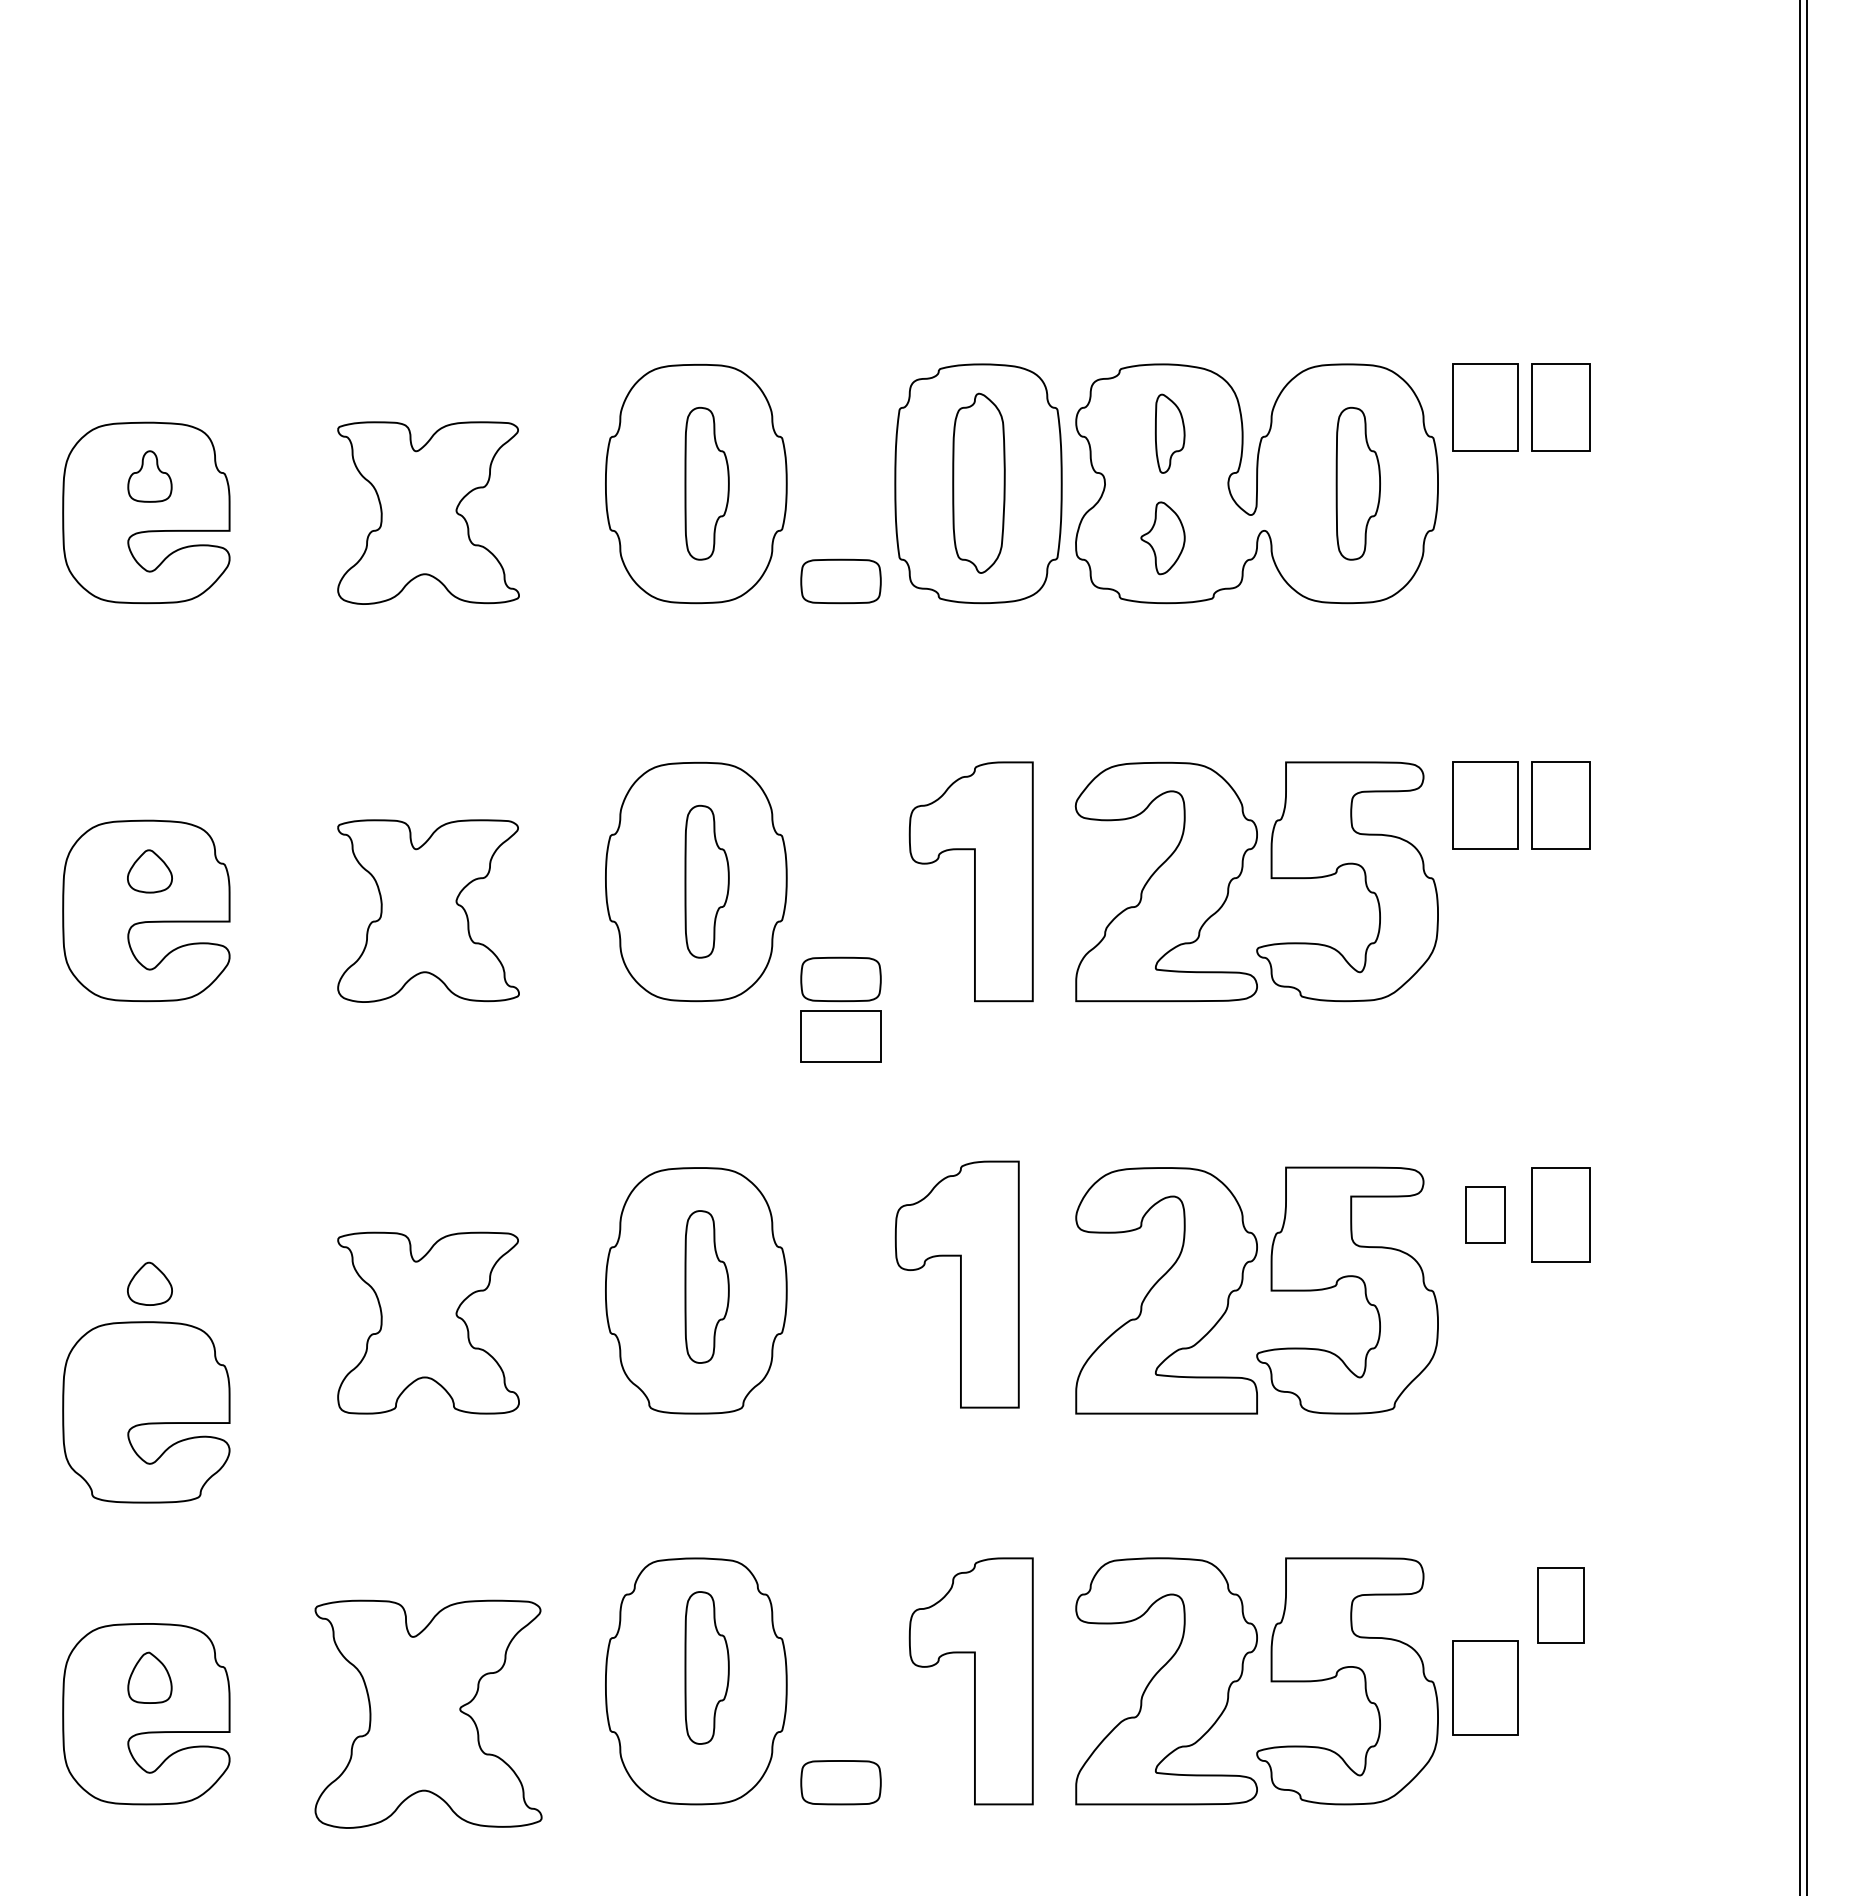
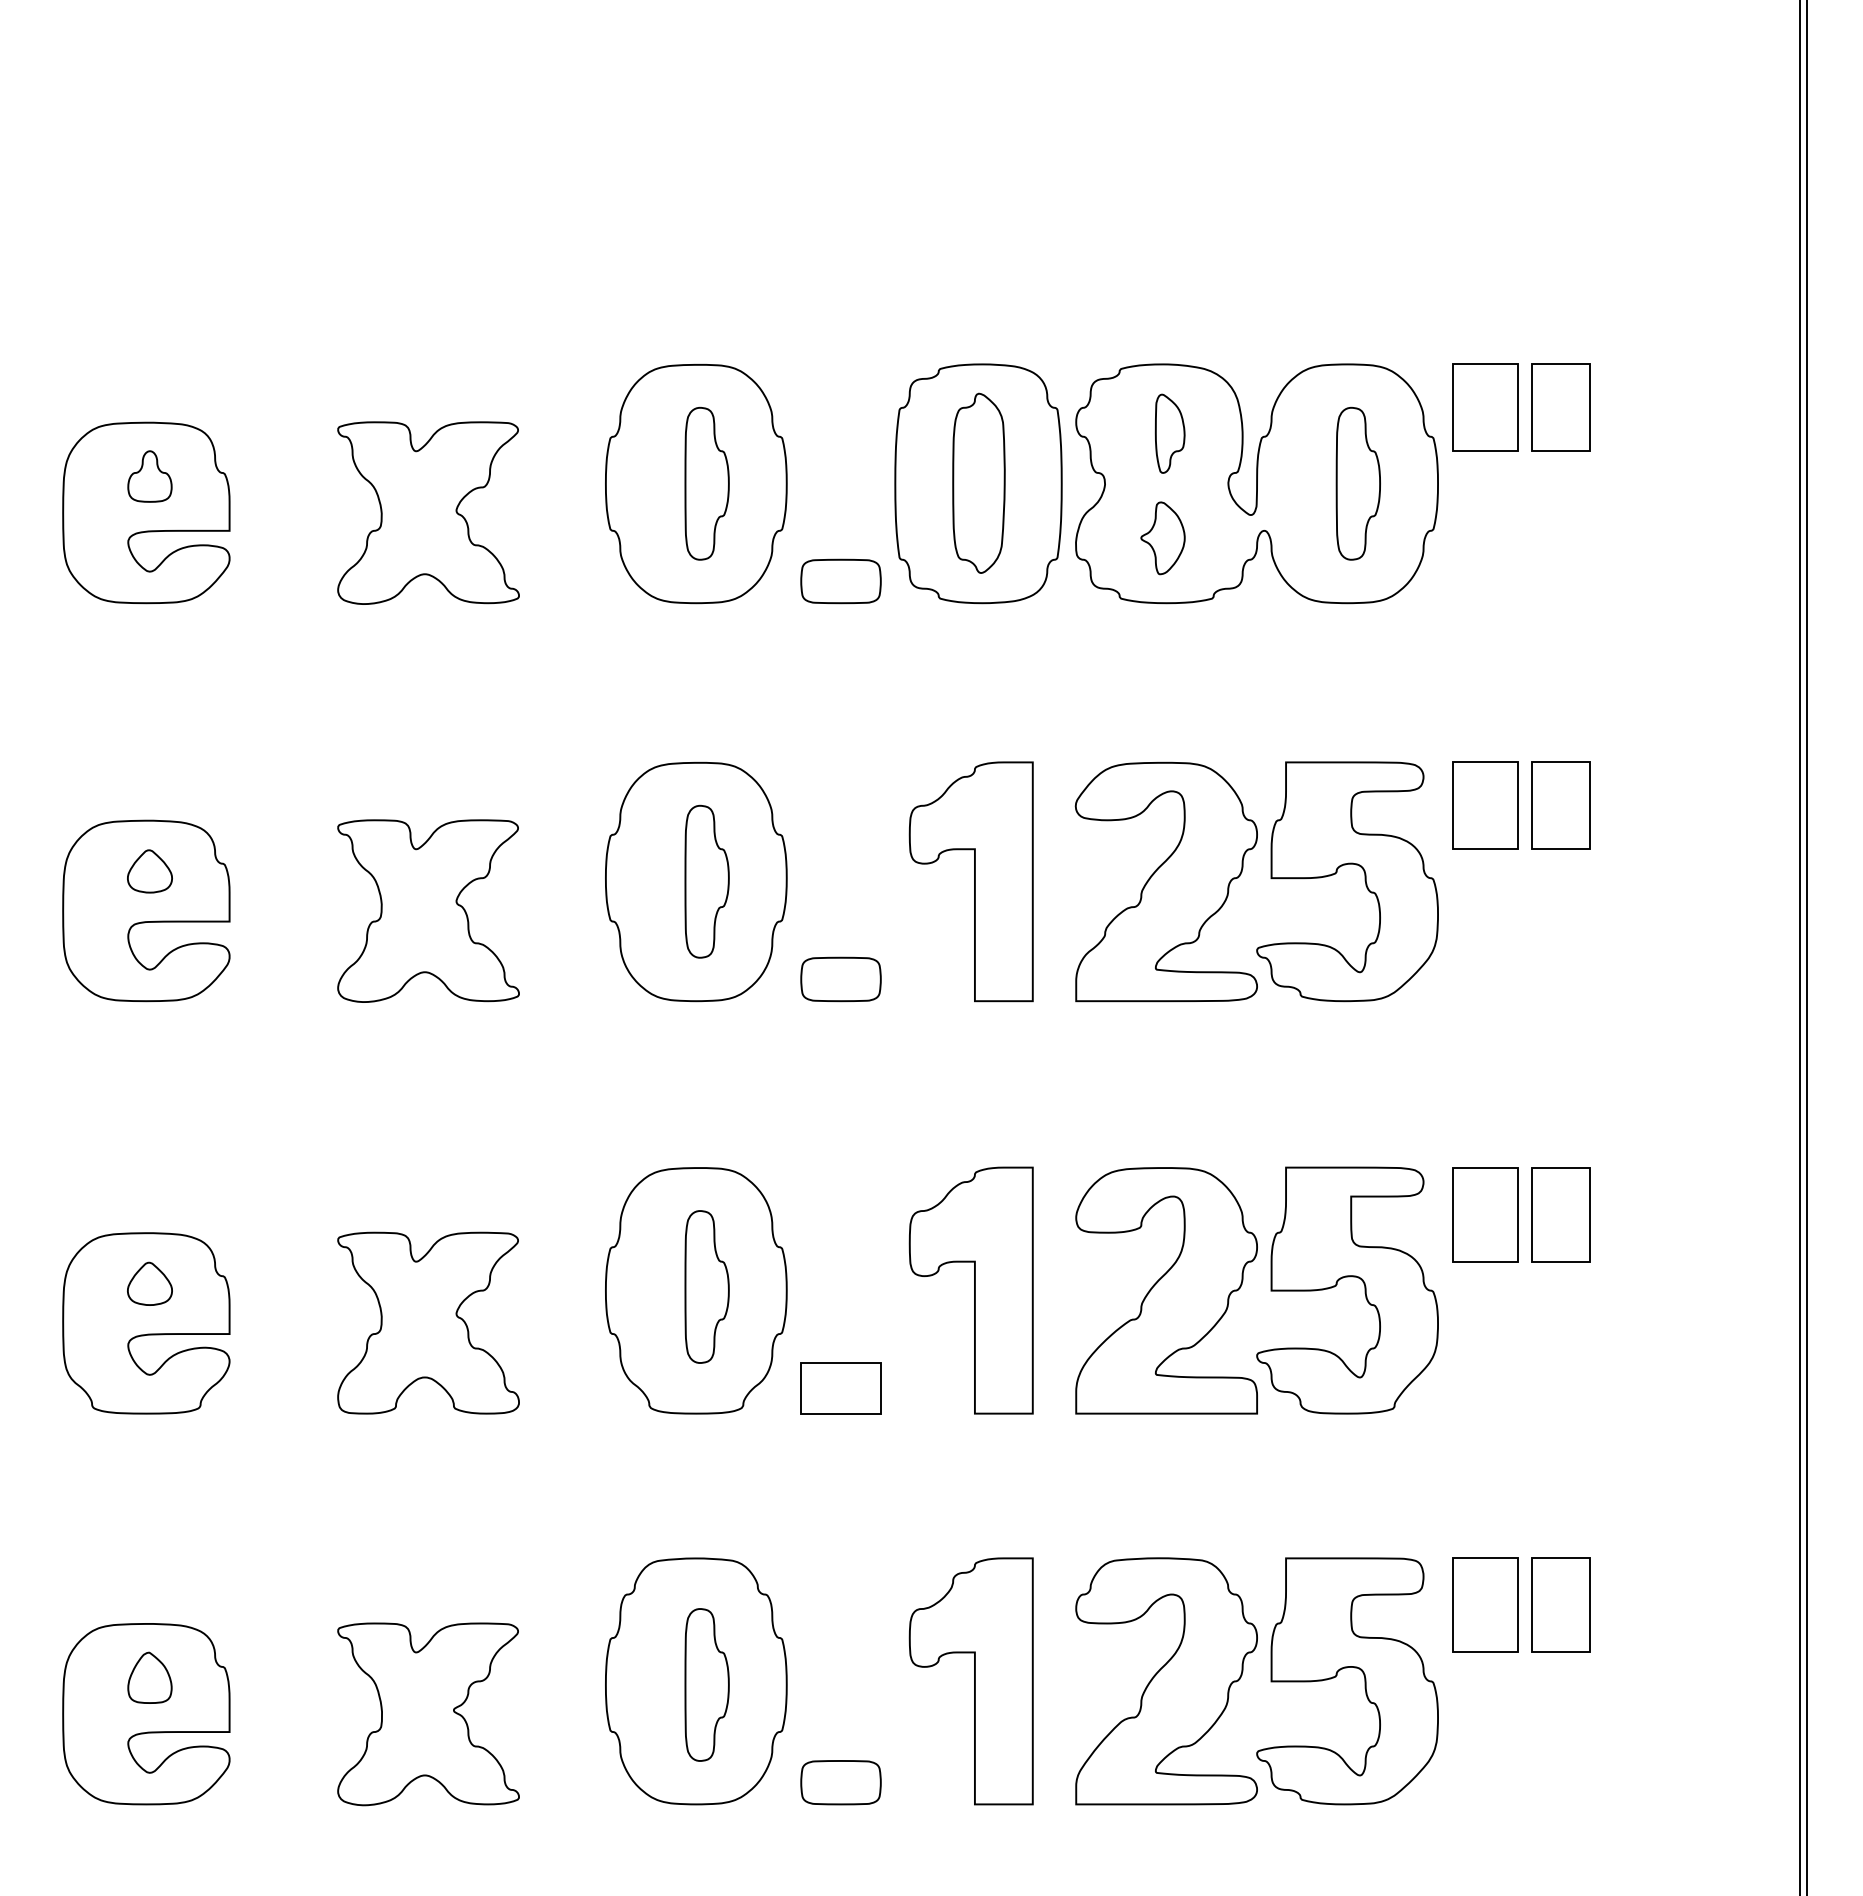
part at (840, 1036) position: (840, 1036) -> (840, 1388)
part at (1485, 1214) size: 41x58 px -> 67x96 px
part at (956, 1284) position: (956, 1284) -> (970, 1290)
part at (146, 1412) position: (146, 1412) -> (146, 1323)
part at (1560, 1605) size: 48x77 px -> 60x96 px
part at (706, 1667) position: (706, 1667) -> (706, 1684)
part at (1485, 1687) position: (1485, 1687) -> (1485, 1604)
part at (428, 1713) size: 229x230 px -> 183x185 px
